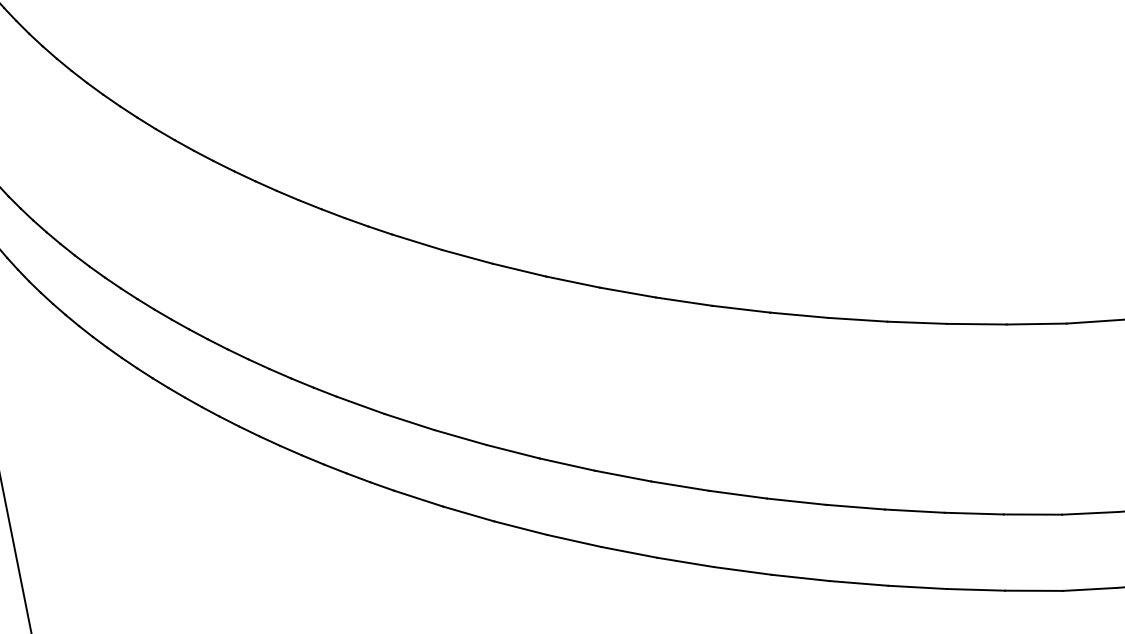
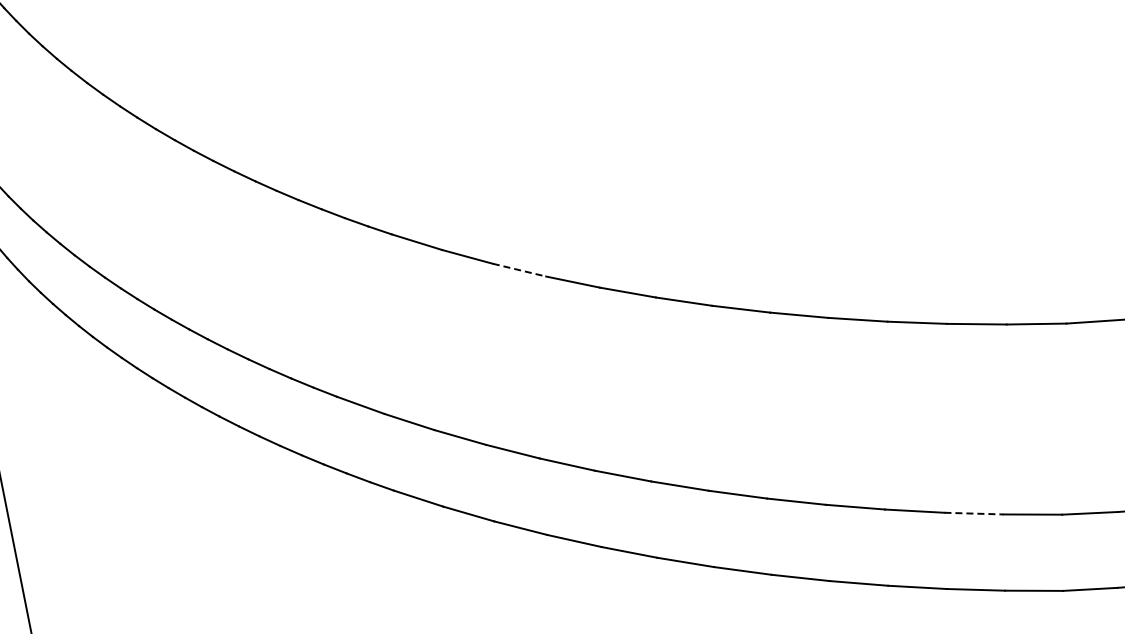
line at (519, 270): solid -> dashed
line at (973, 513): solid -> dashed
